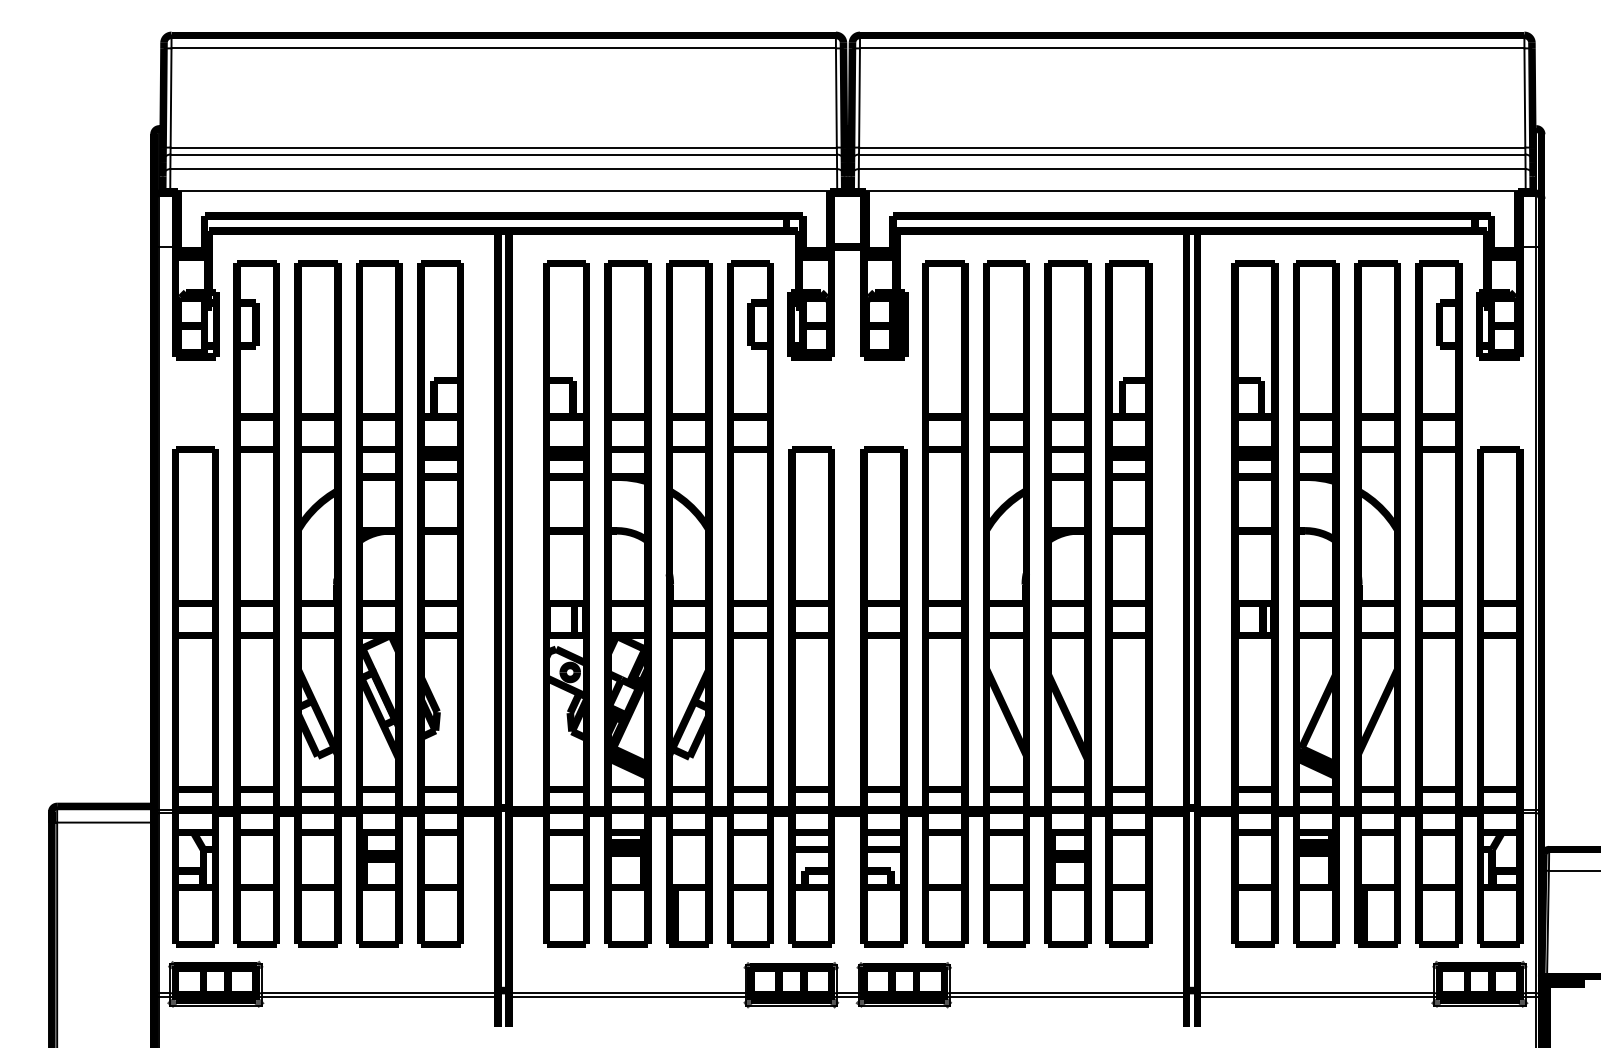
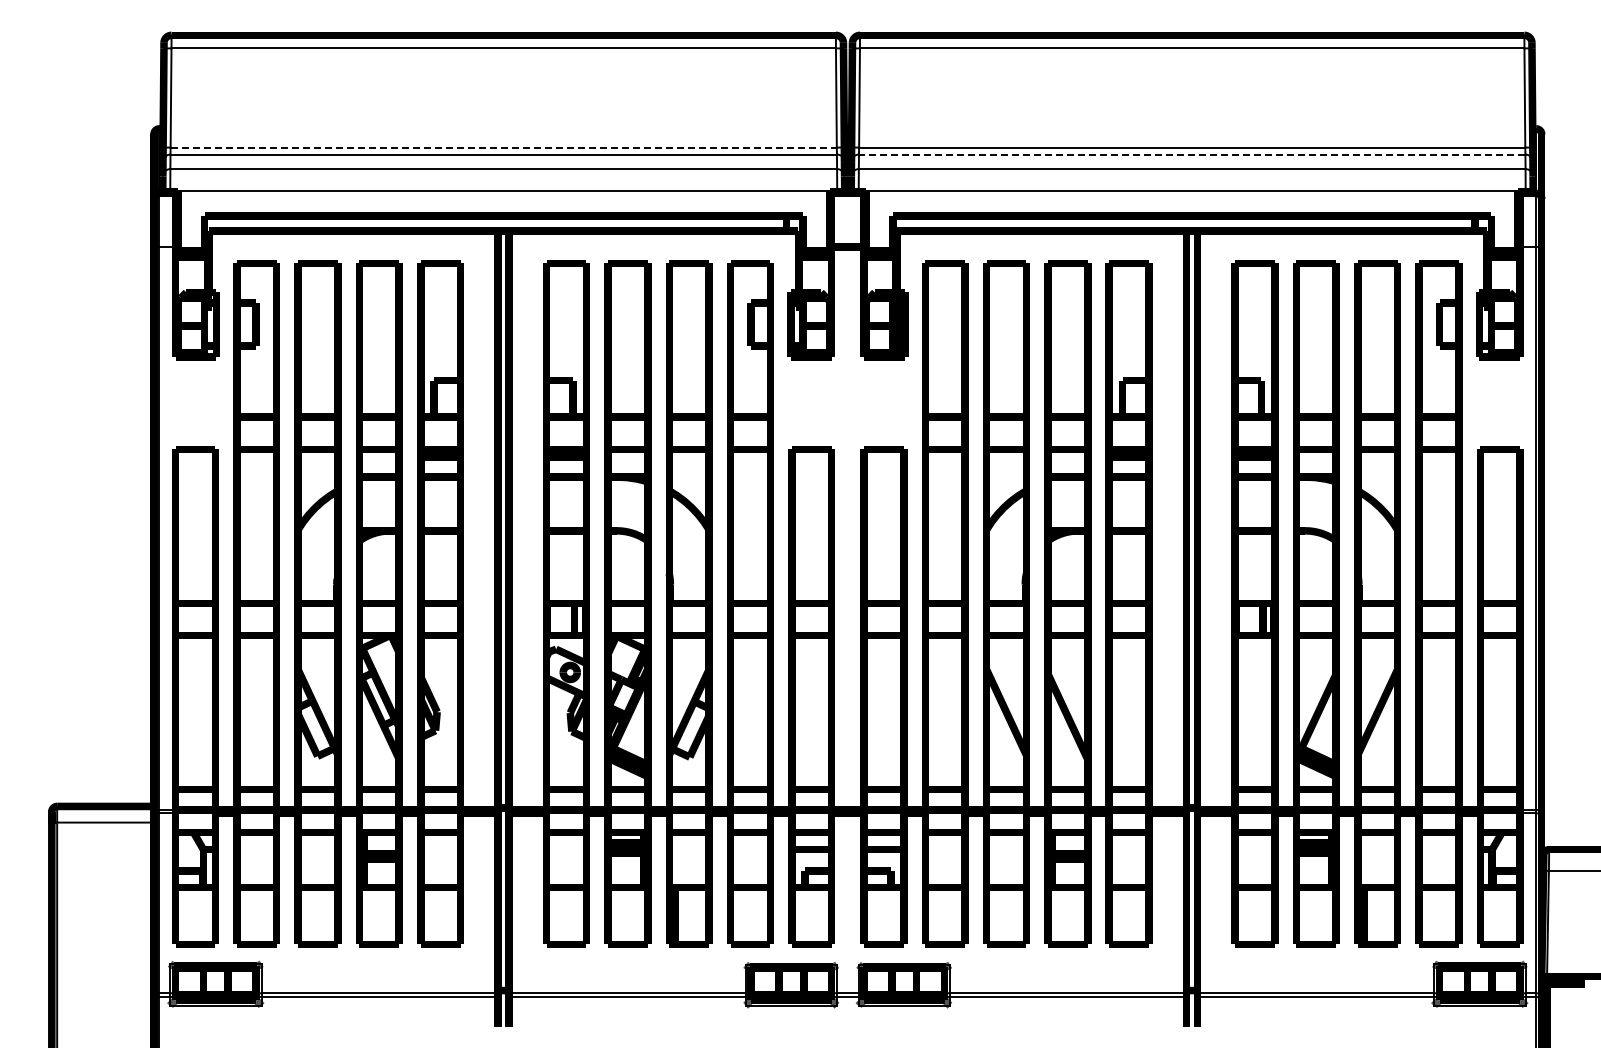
line at (504, 147): solid -> dashed
line at (1191, 154): solid -> dashed
